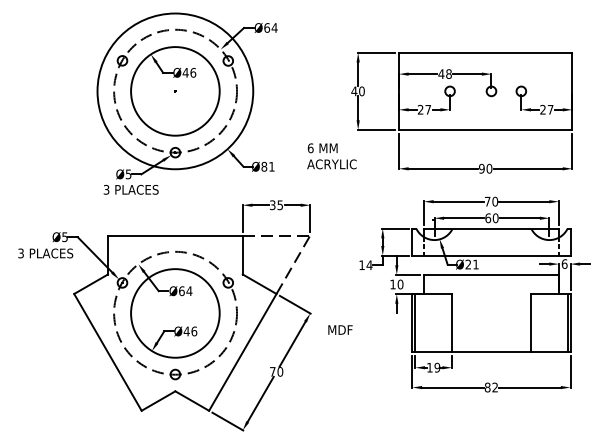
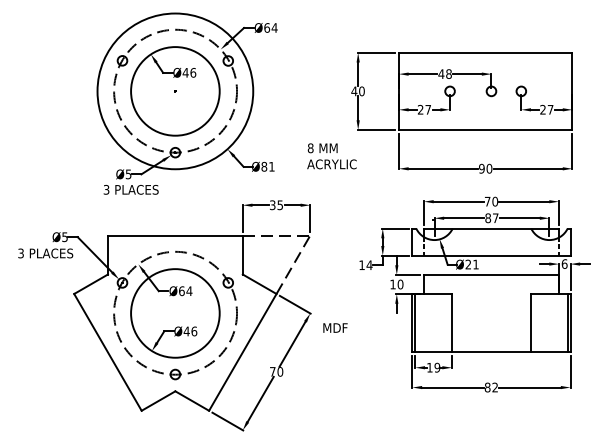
text at (310, 147): 6 -> 8
text at (491, 218): 60 -> 87
text at (340, 329) position: (340, 329) -> (335, 327)
